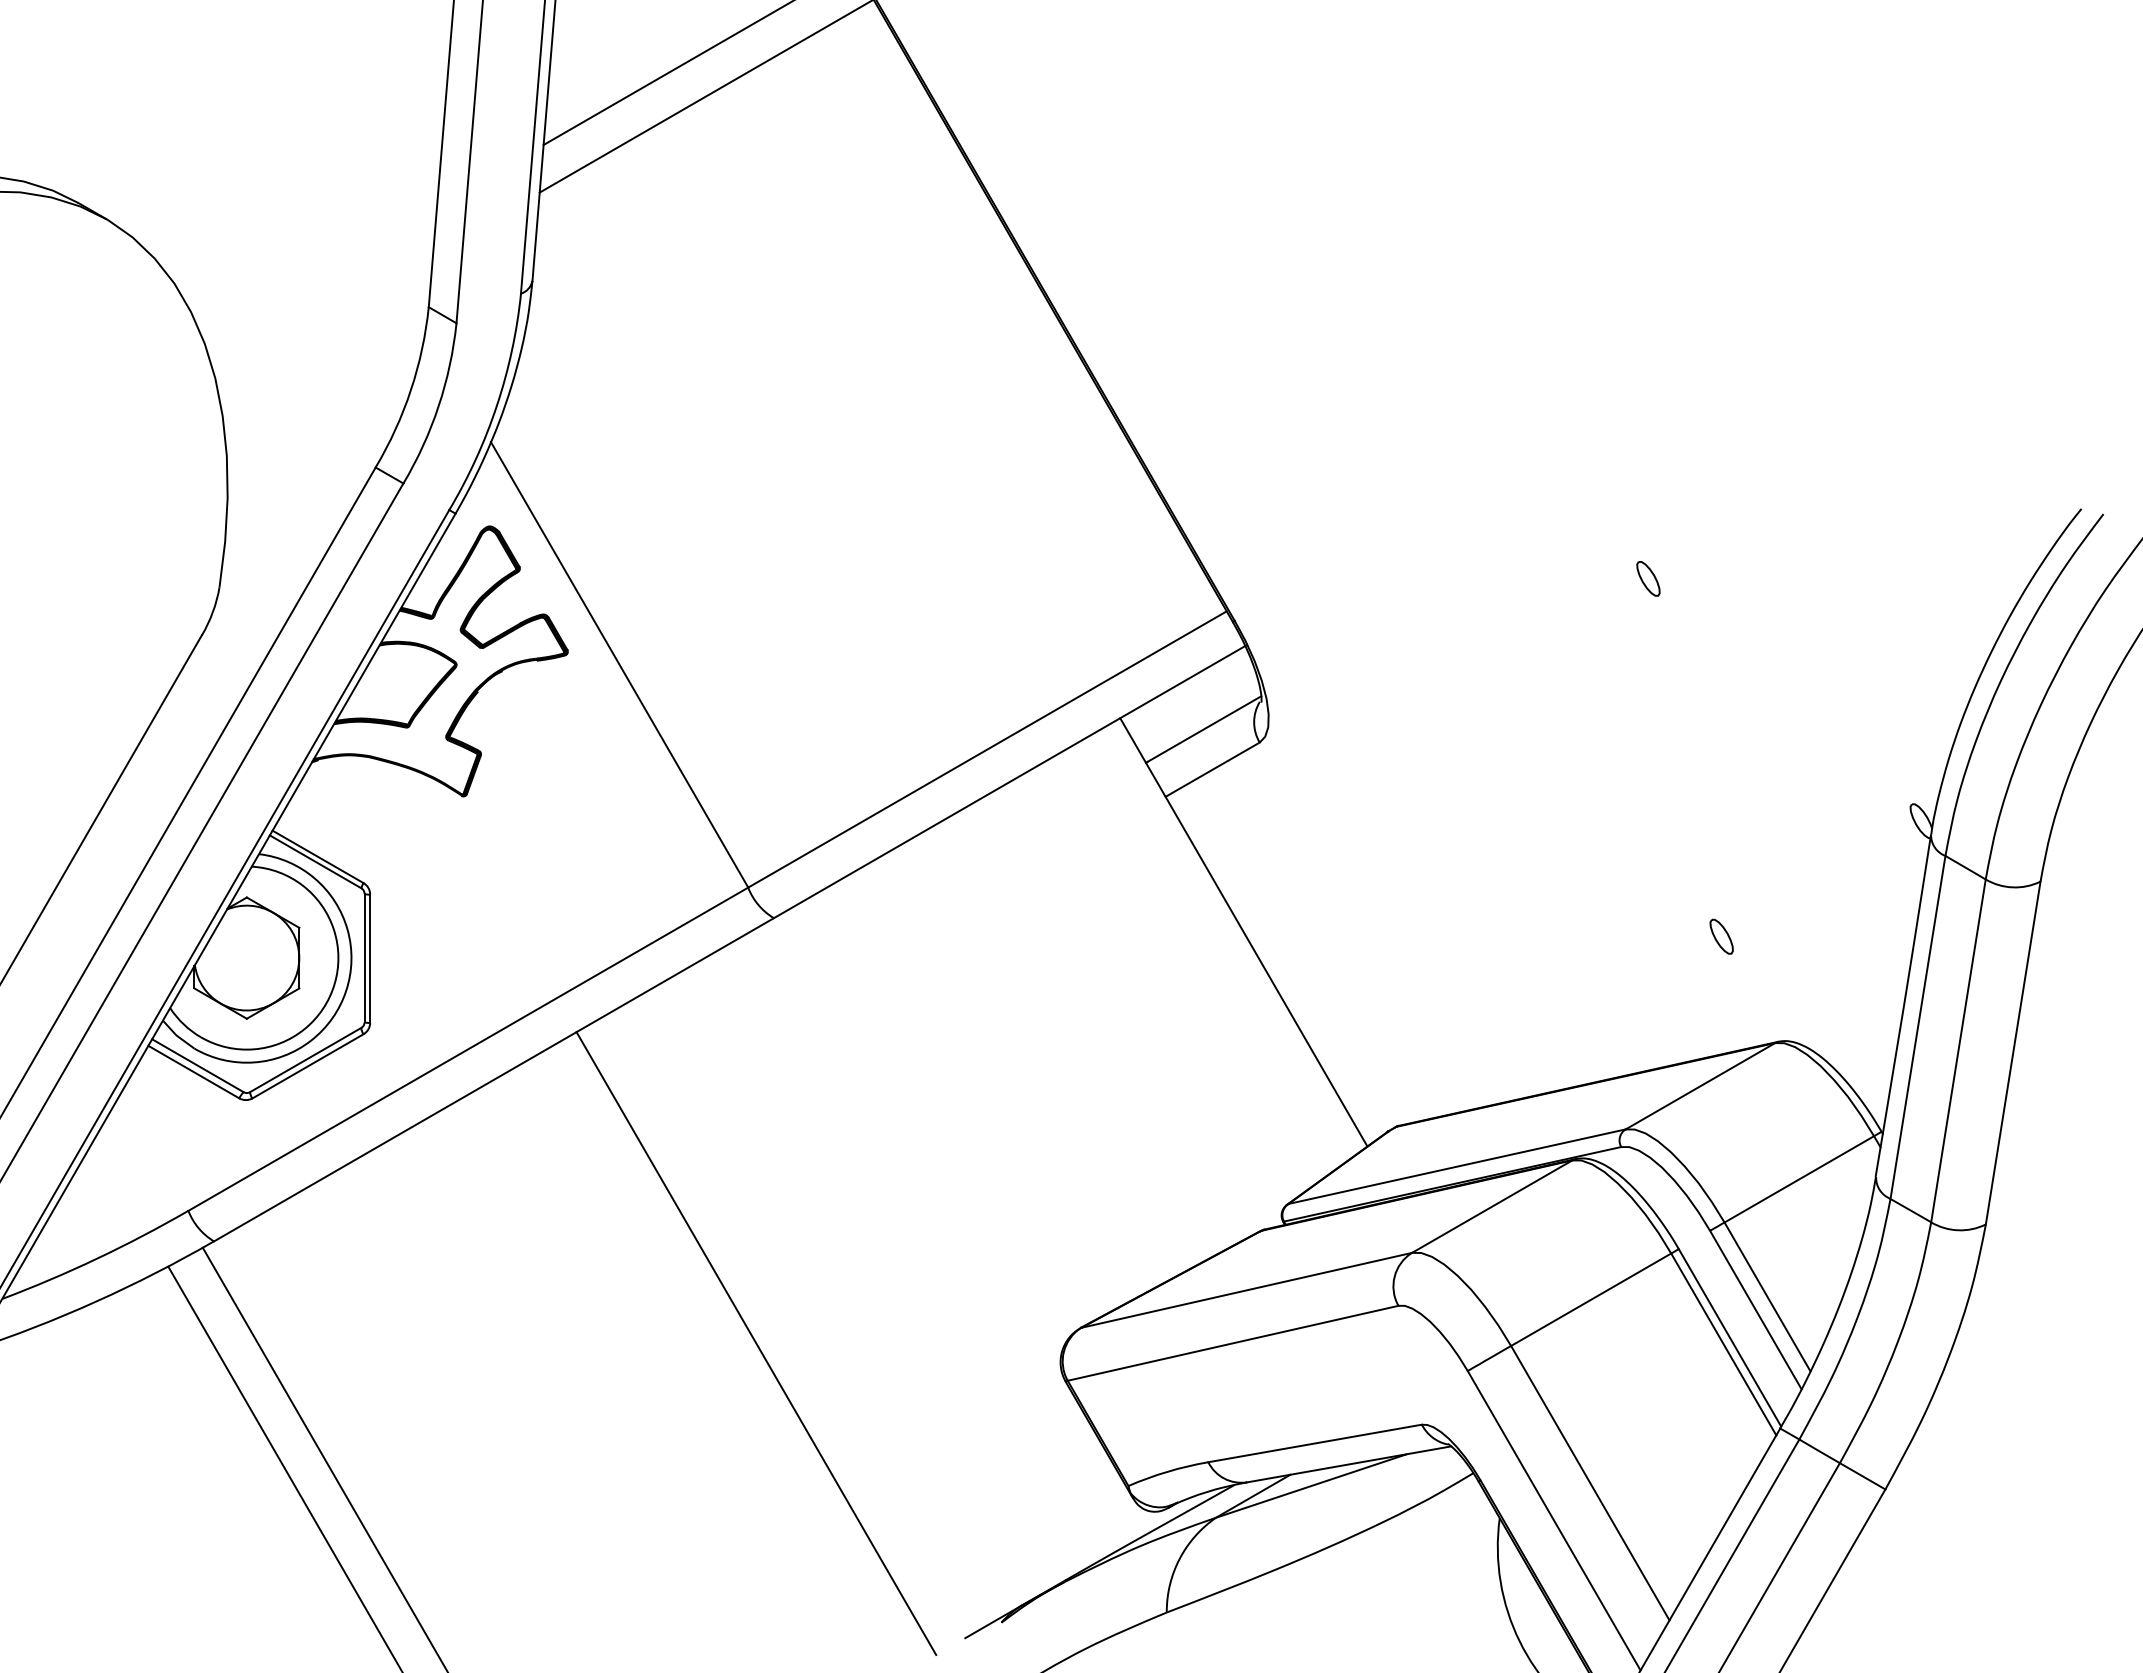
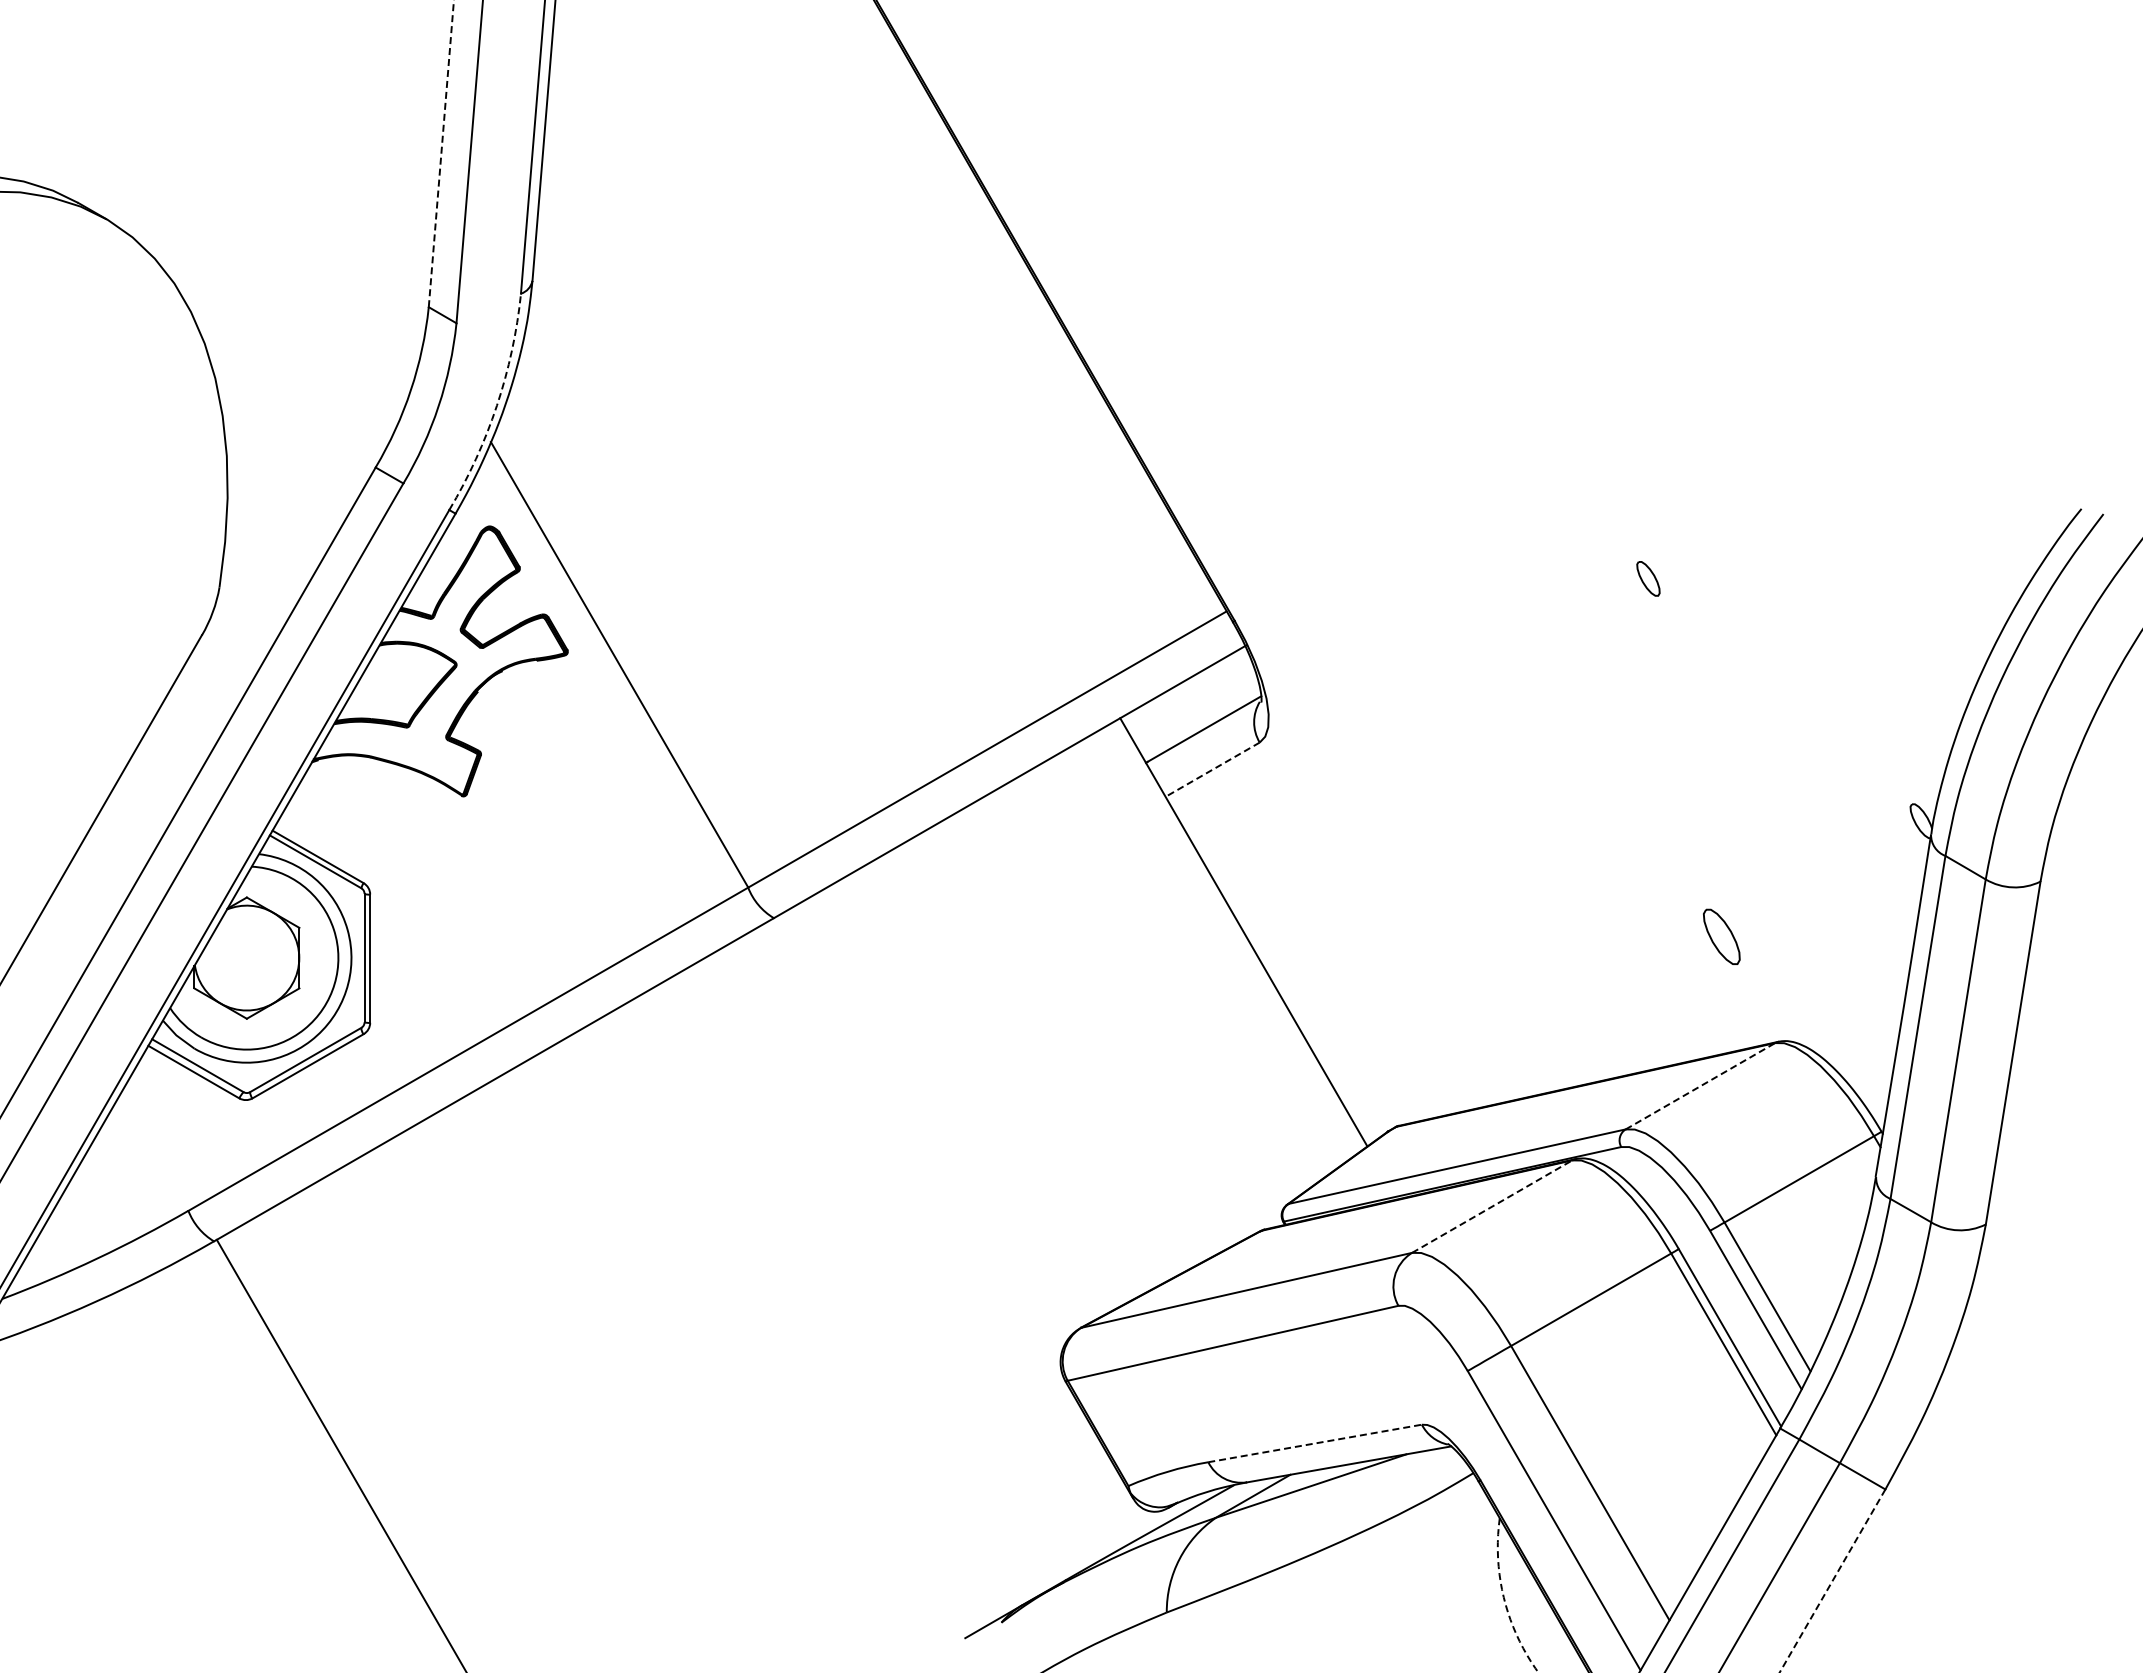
line at (666, 73): present -> none
line at (704, 97): present -> none
line at (441, 153): solid -> dashed
arc at (496, 405): solid -> dashed
line at (1212, 769): solid -> dashed
part at (1721, 936) size: 25x37 px -> 38x57 px
line at (1700, 1086): solid -> dashed
line at (1492, 1206): solid -> dashed
line at (756, 1343): present -> none
line at (1315, 1443): solid -> dashed
line at (324, 1458) position: (324, 1458) -> (340, 1454)
line at (284, 1467): present -> none
line at (1832, 1581): solid -> dashed
arc at (1504, 1598): solid -> dashed
